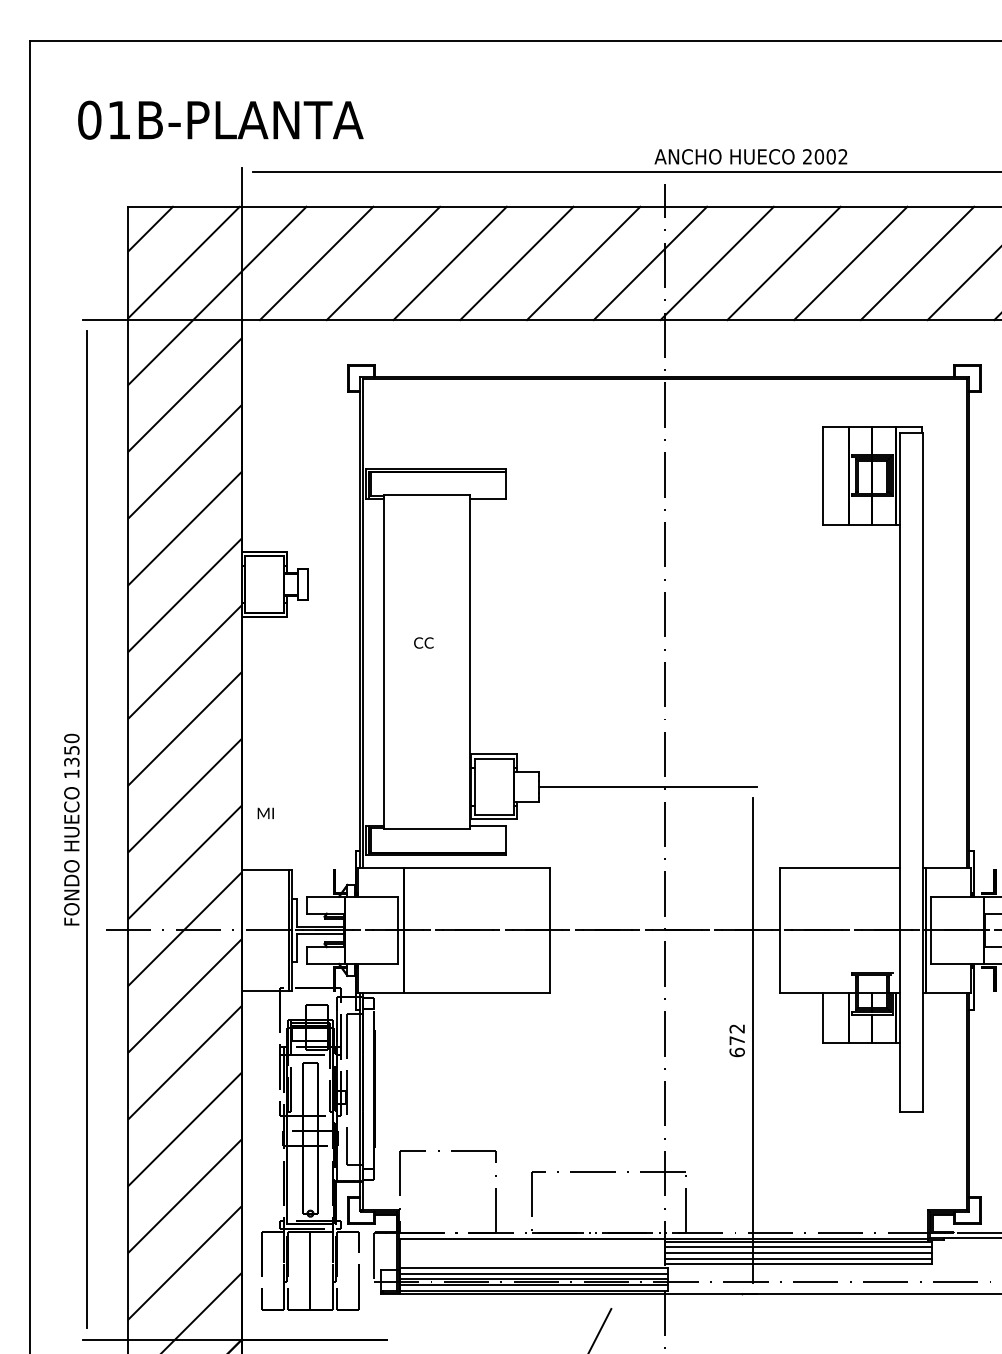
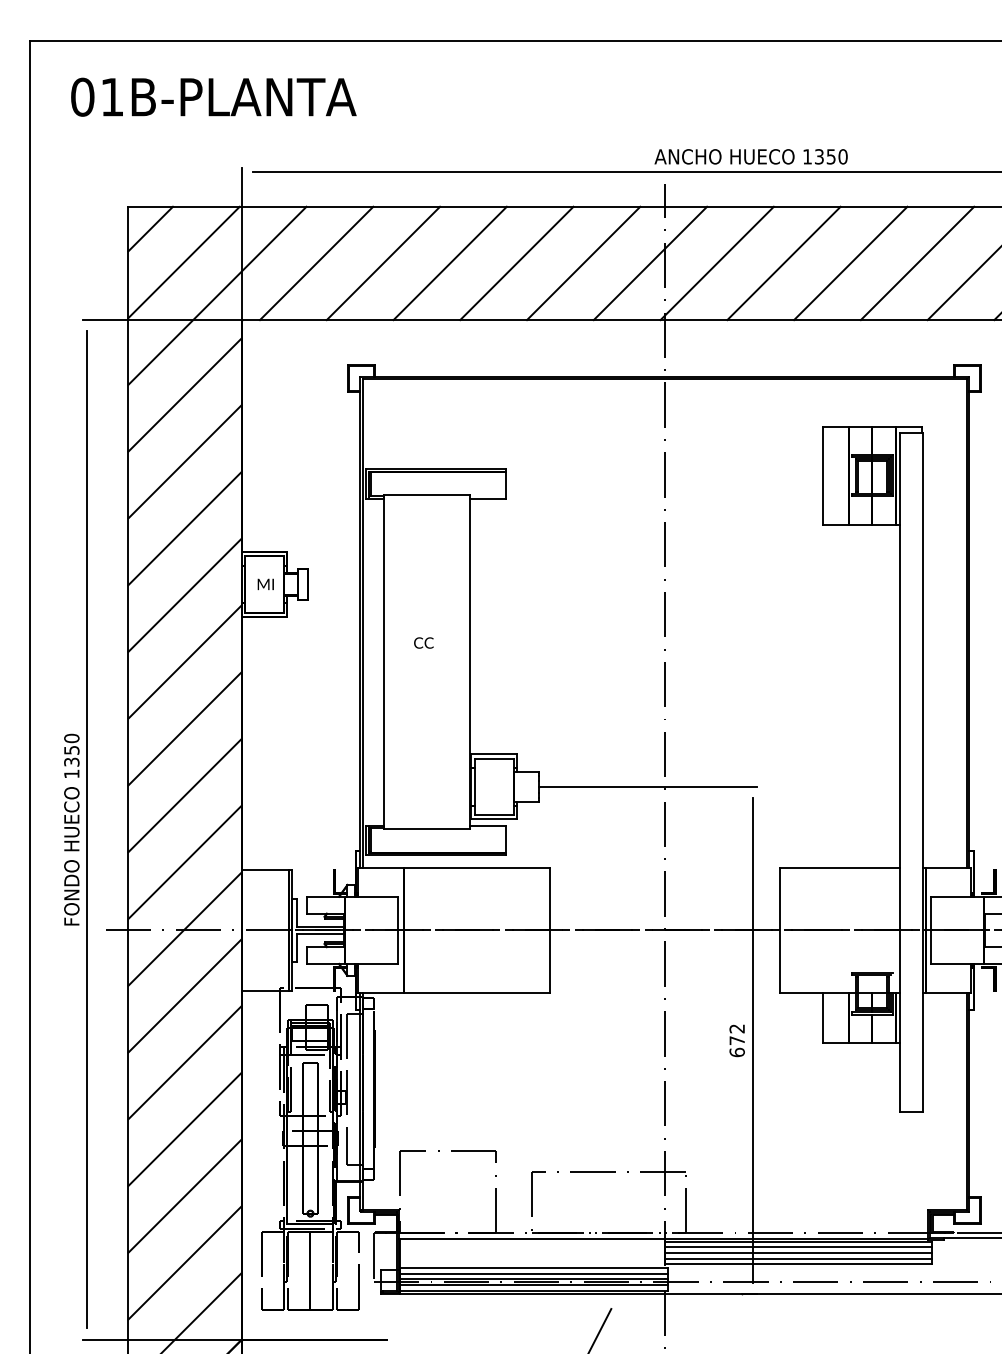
text at (220, 119) position: (220, 119) -> (213, 96)
text at (825, 156): 2002 -> 1350
text at (265, 813) position: (265, 813) -> (265, 584)
